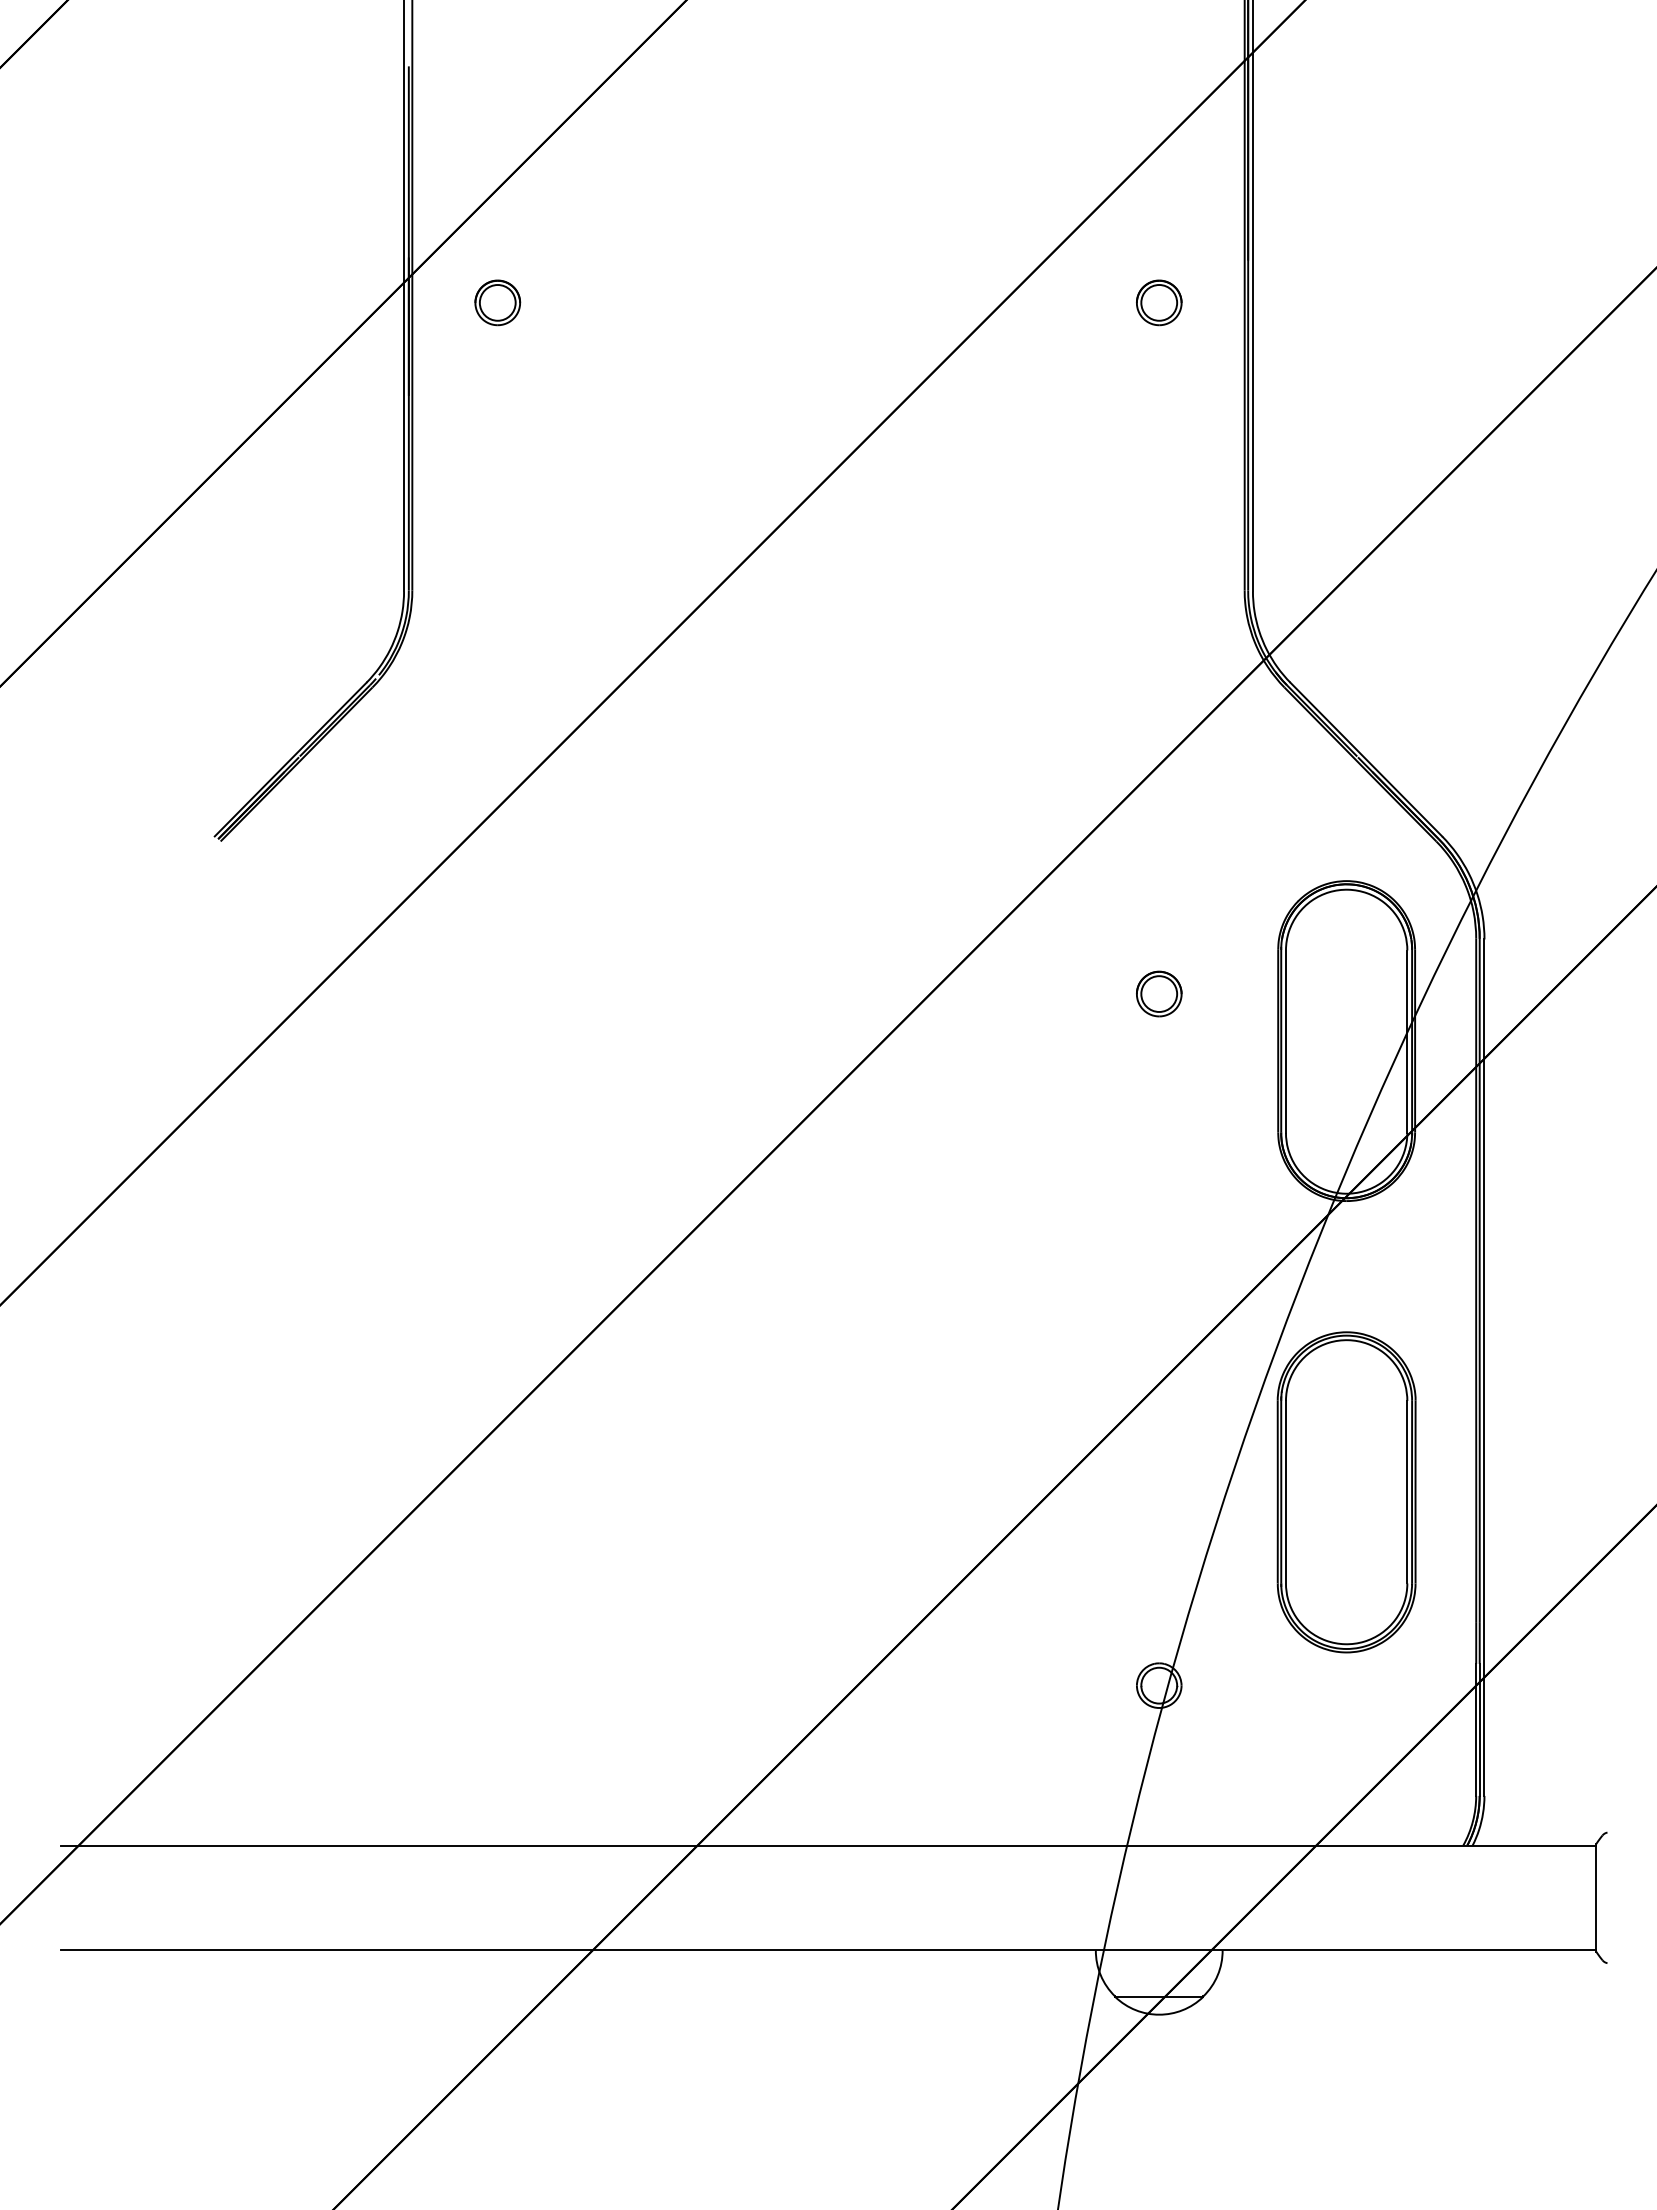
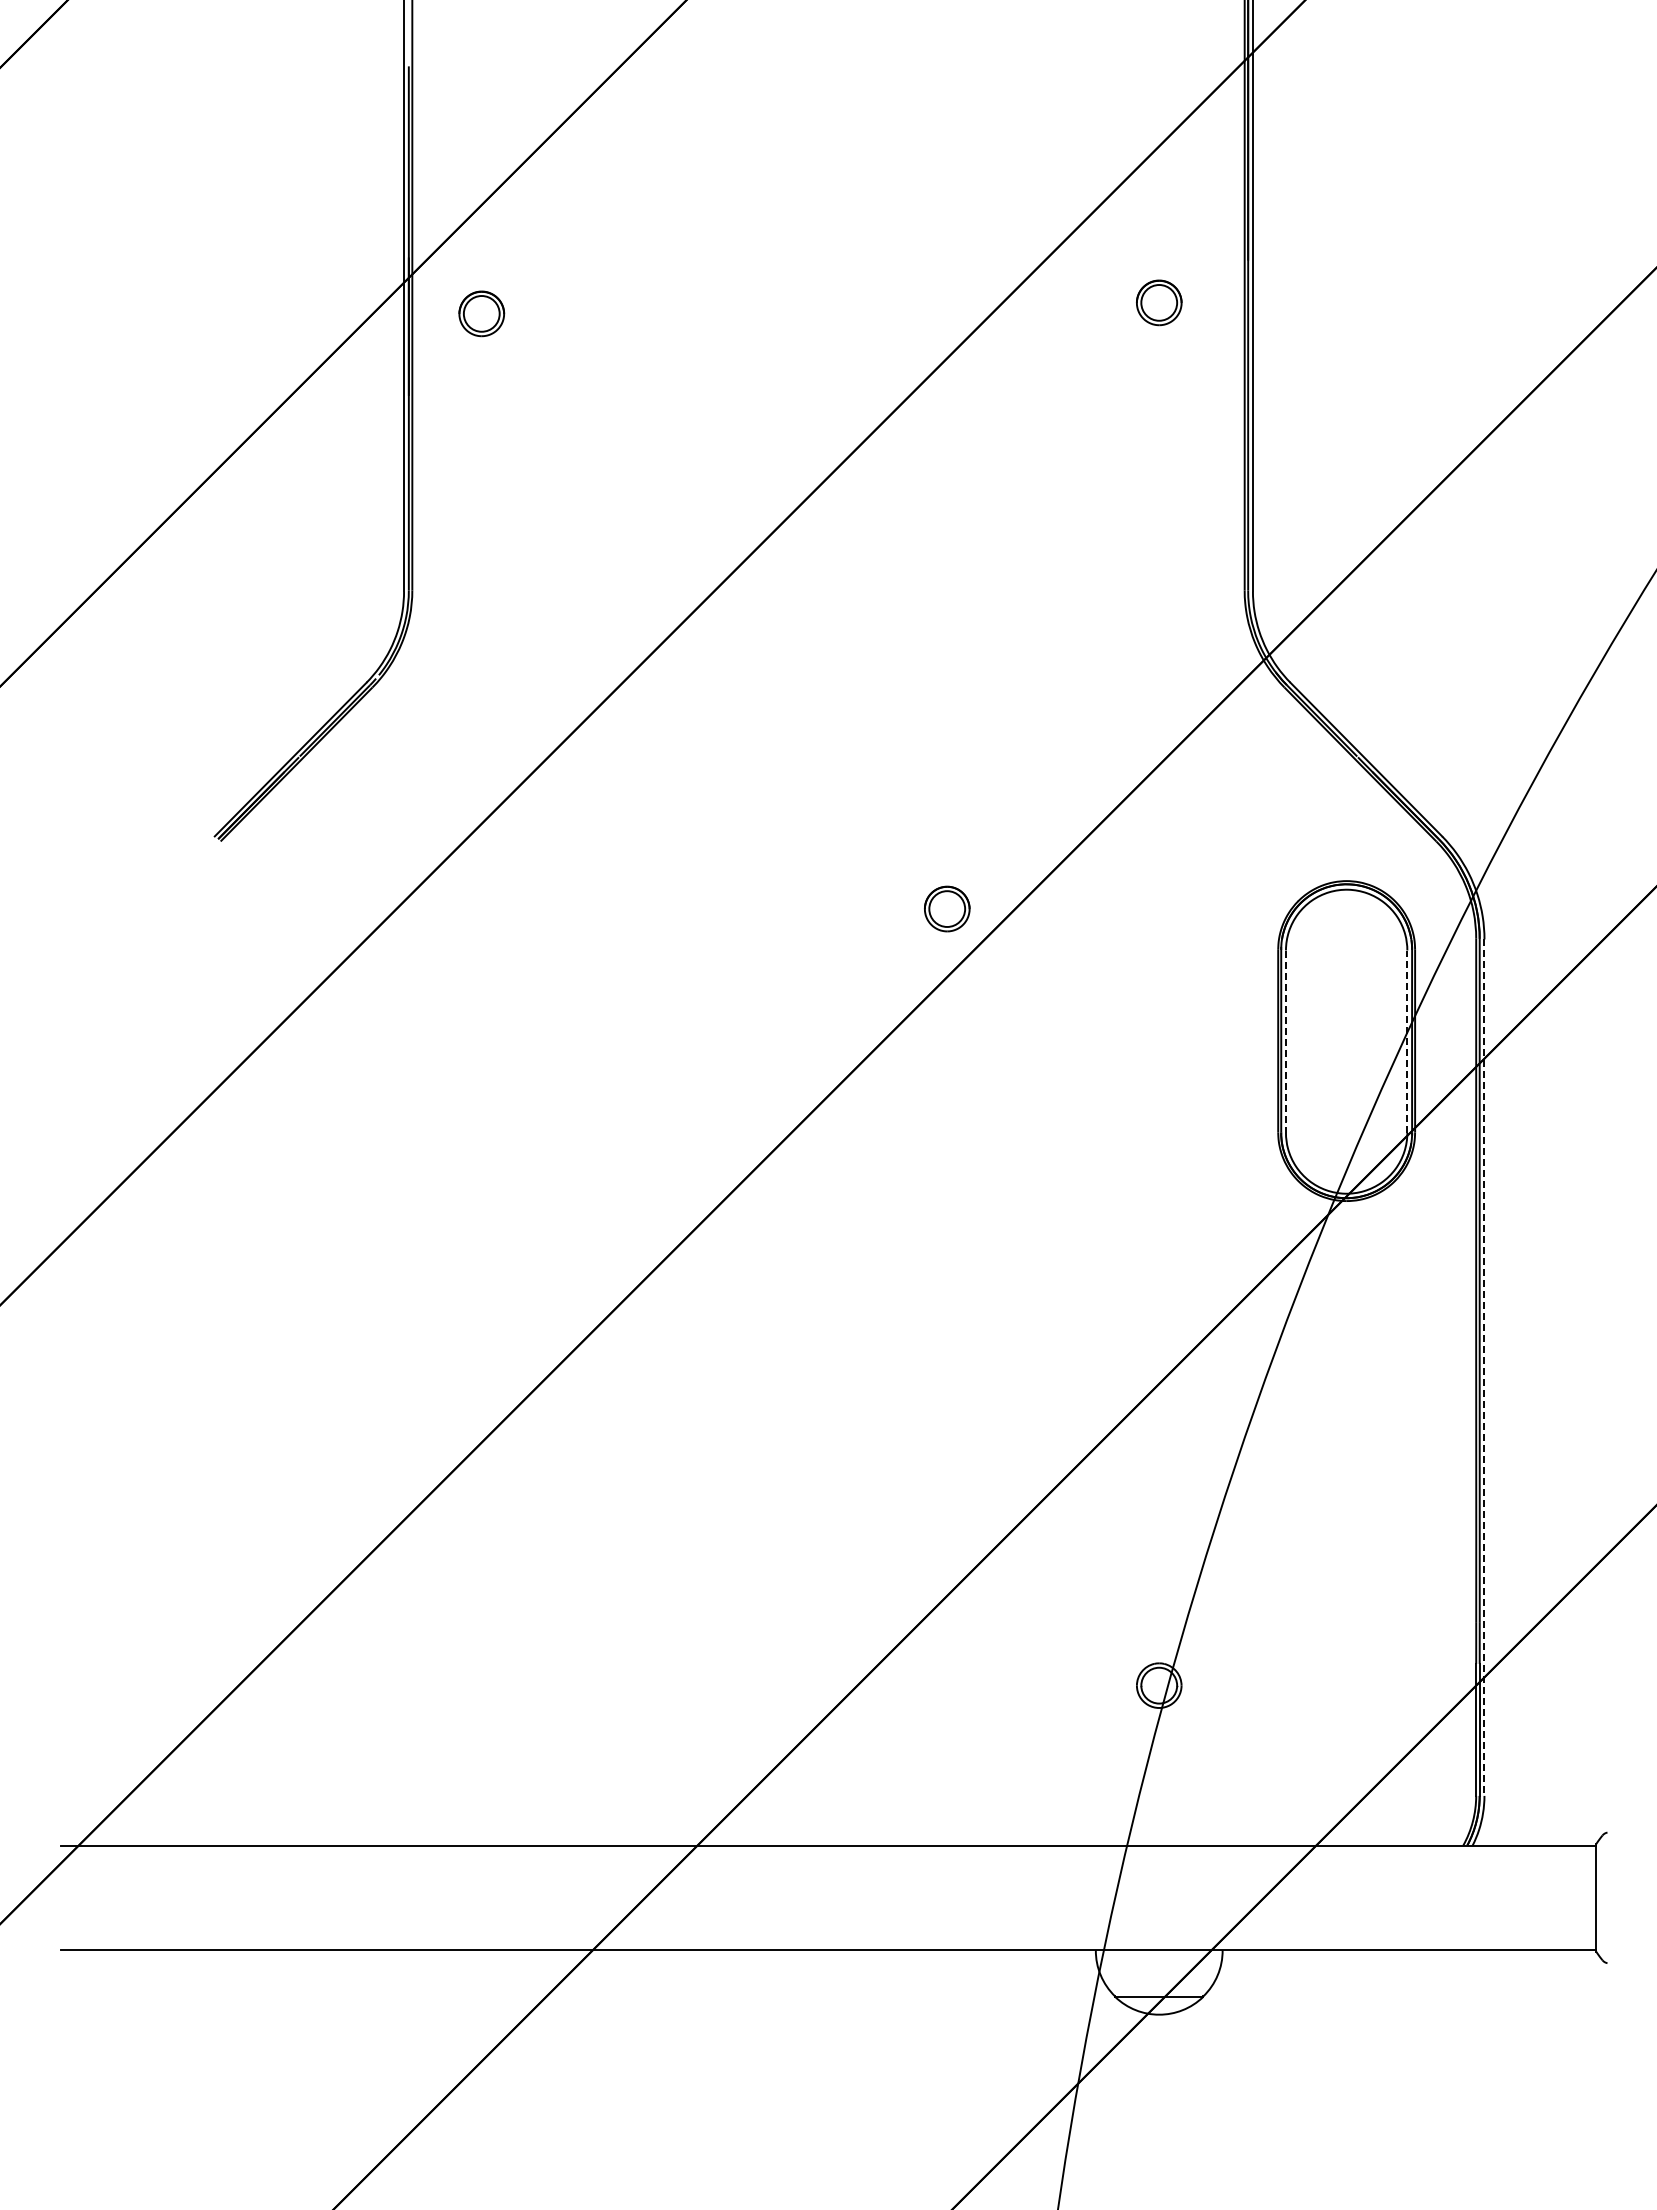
part at (497, 302) position: (497, 302) -> (481, 313)
part at (1159, 993) position: (1159, 993) -> (947, 908)
line at (1407, 1041): solid -> dashed
line at (1286, 1042): solid -> dashed
line at (1484, 1368): solid -> dashed
part at (1346, 1492): present -> none
